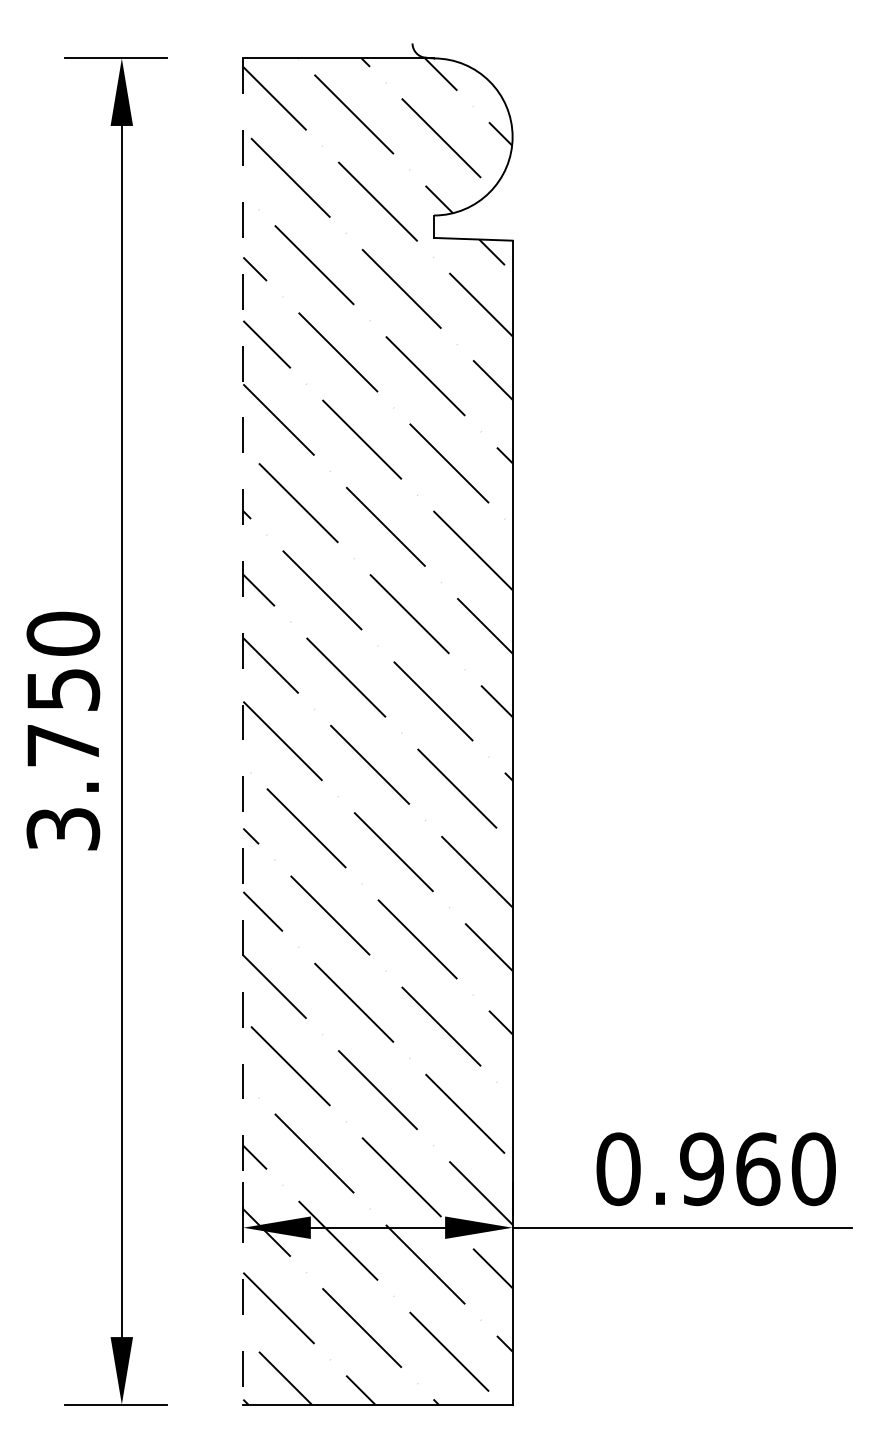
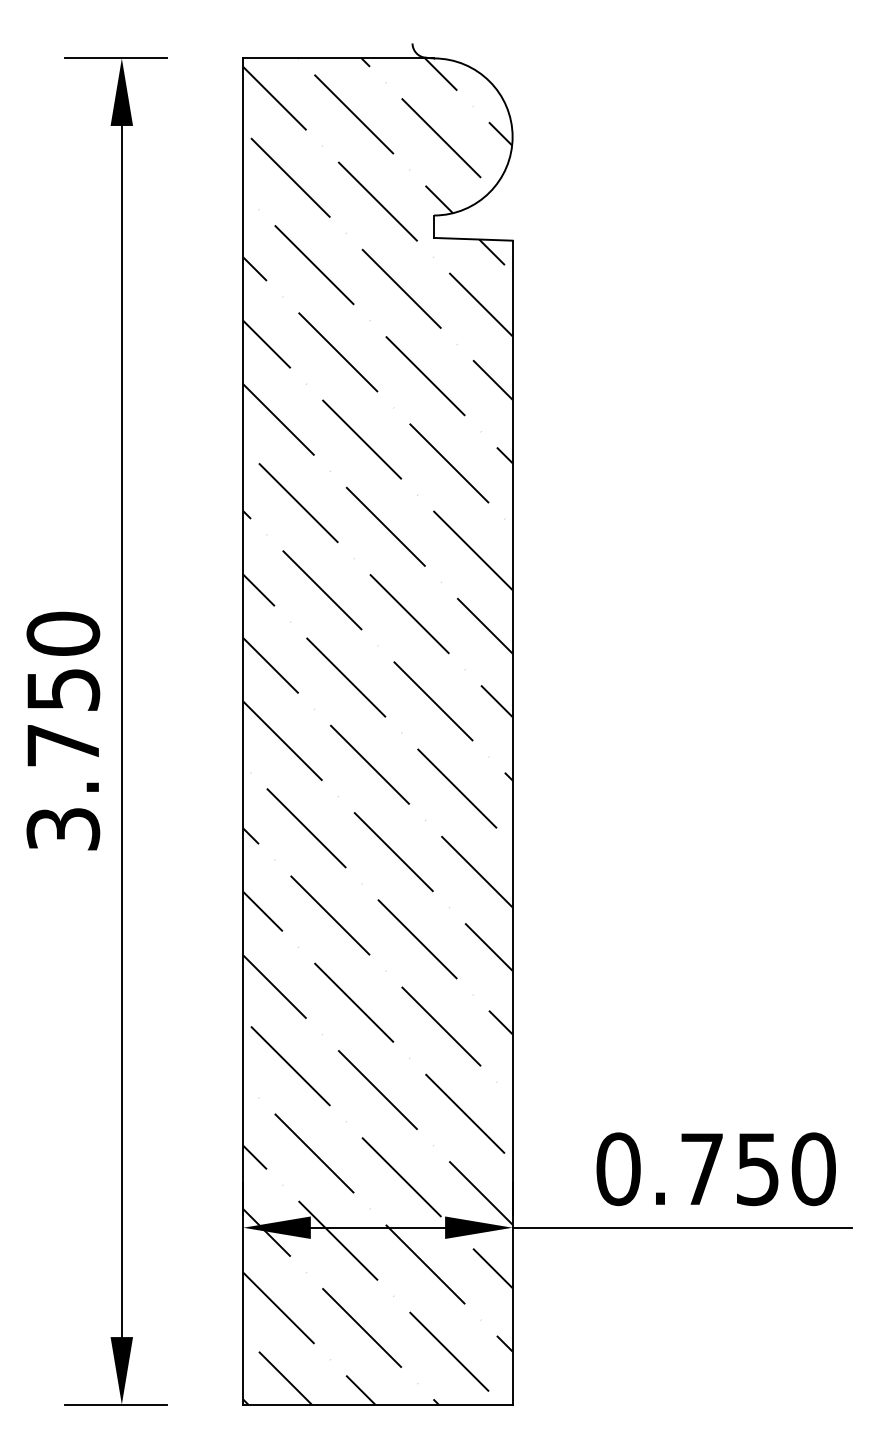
line at (243, 732): dashed -> solid
text at (730, 1169): 0.960 -> 0.750
